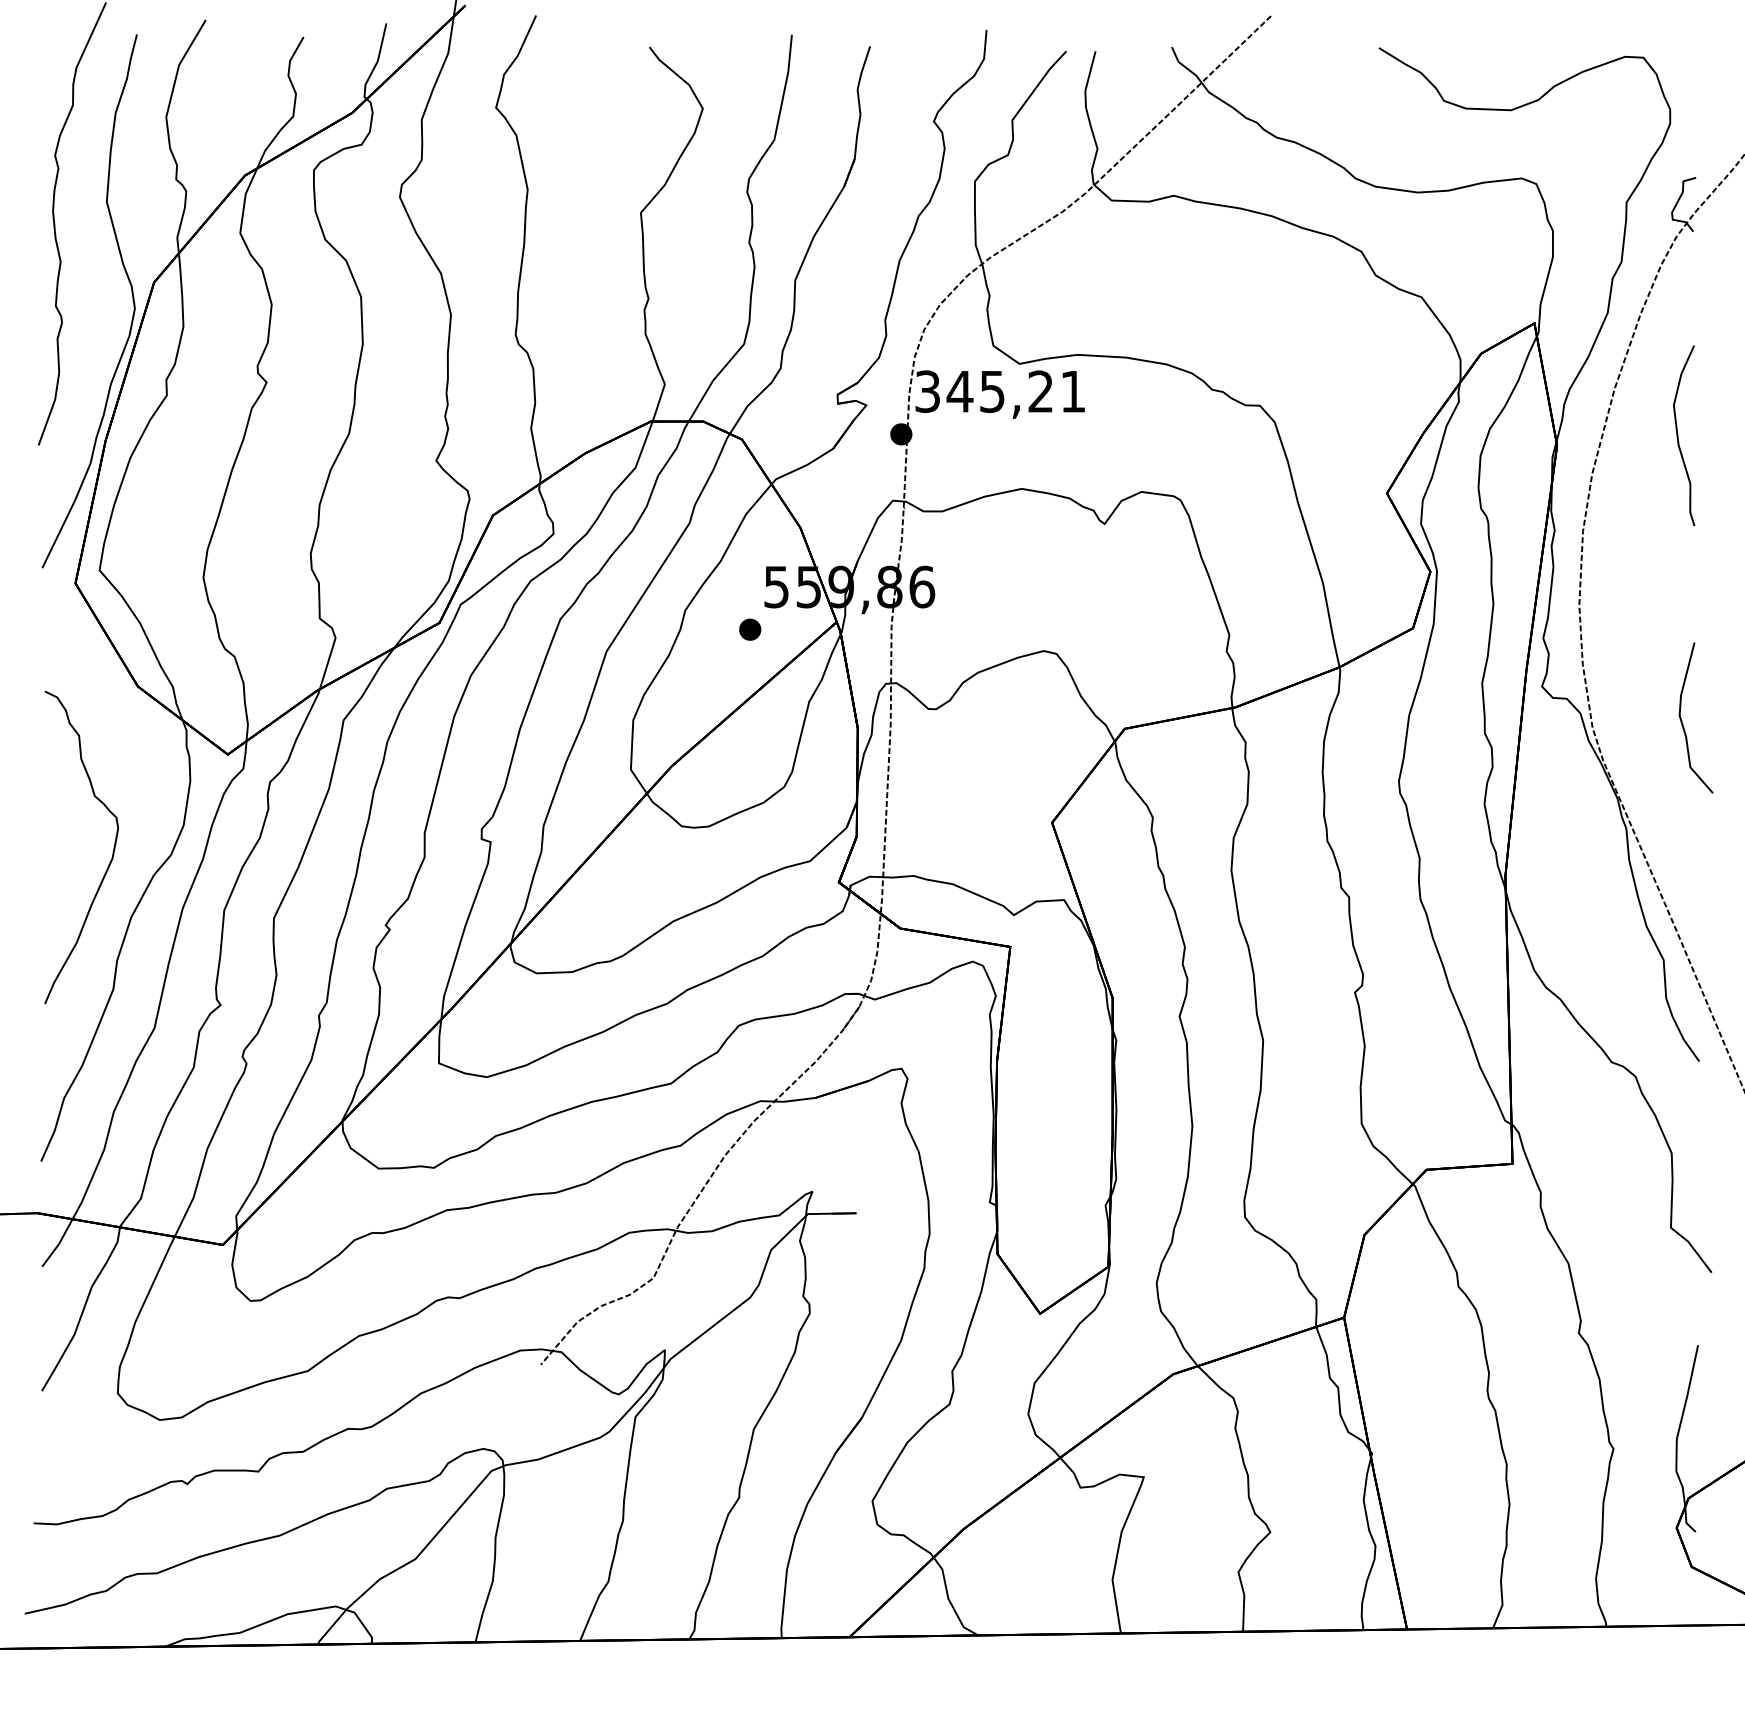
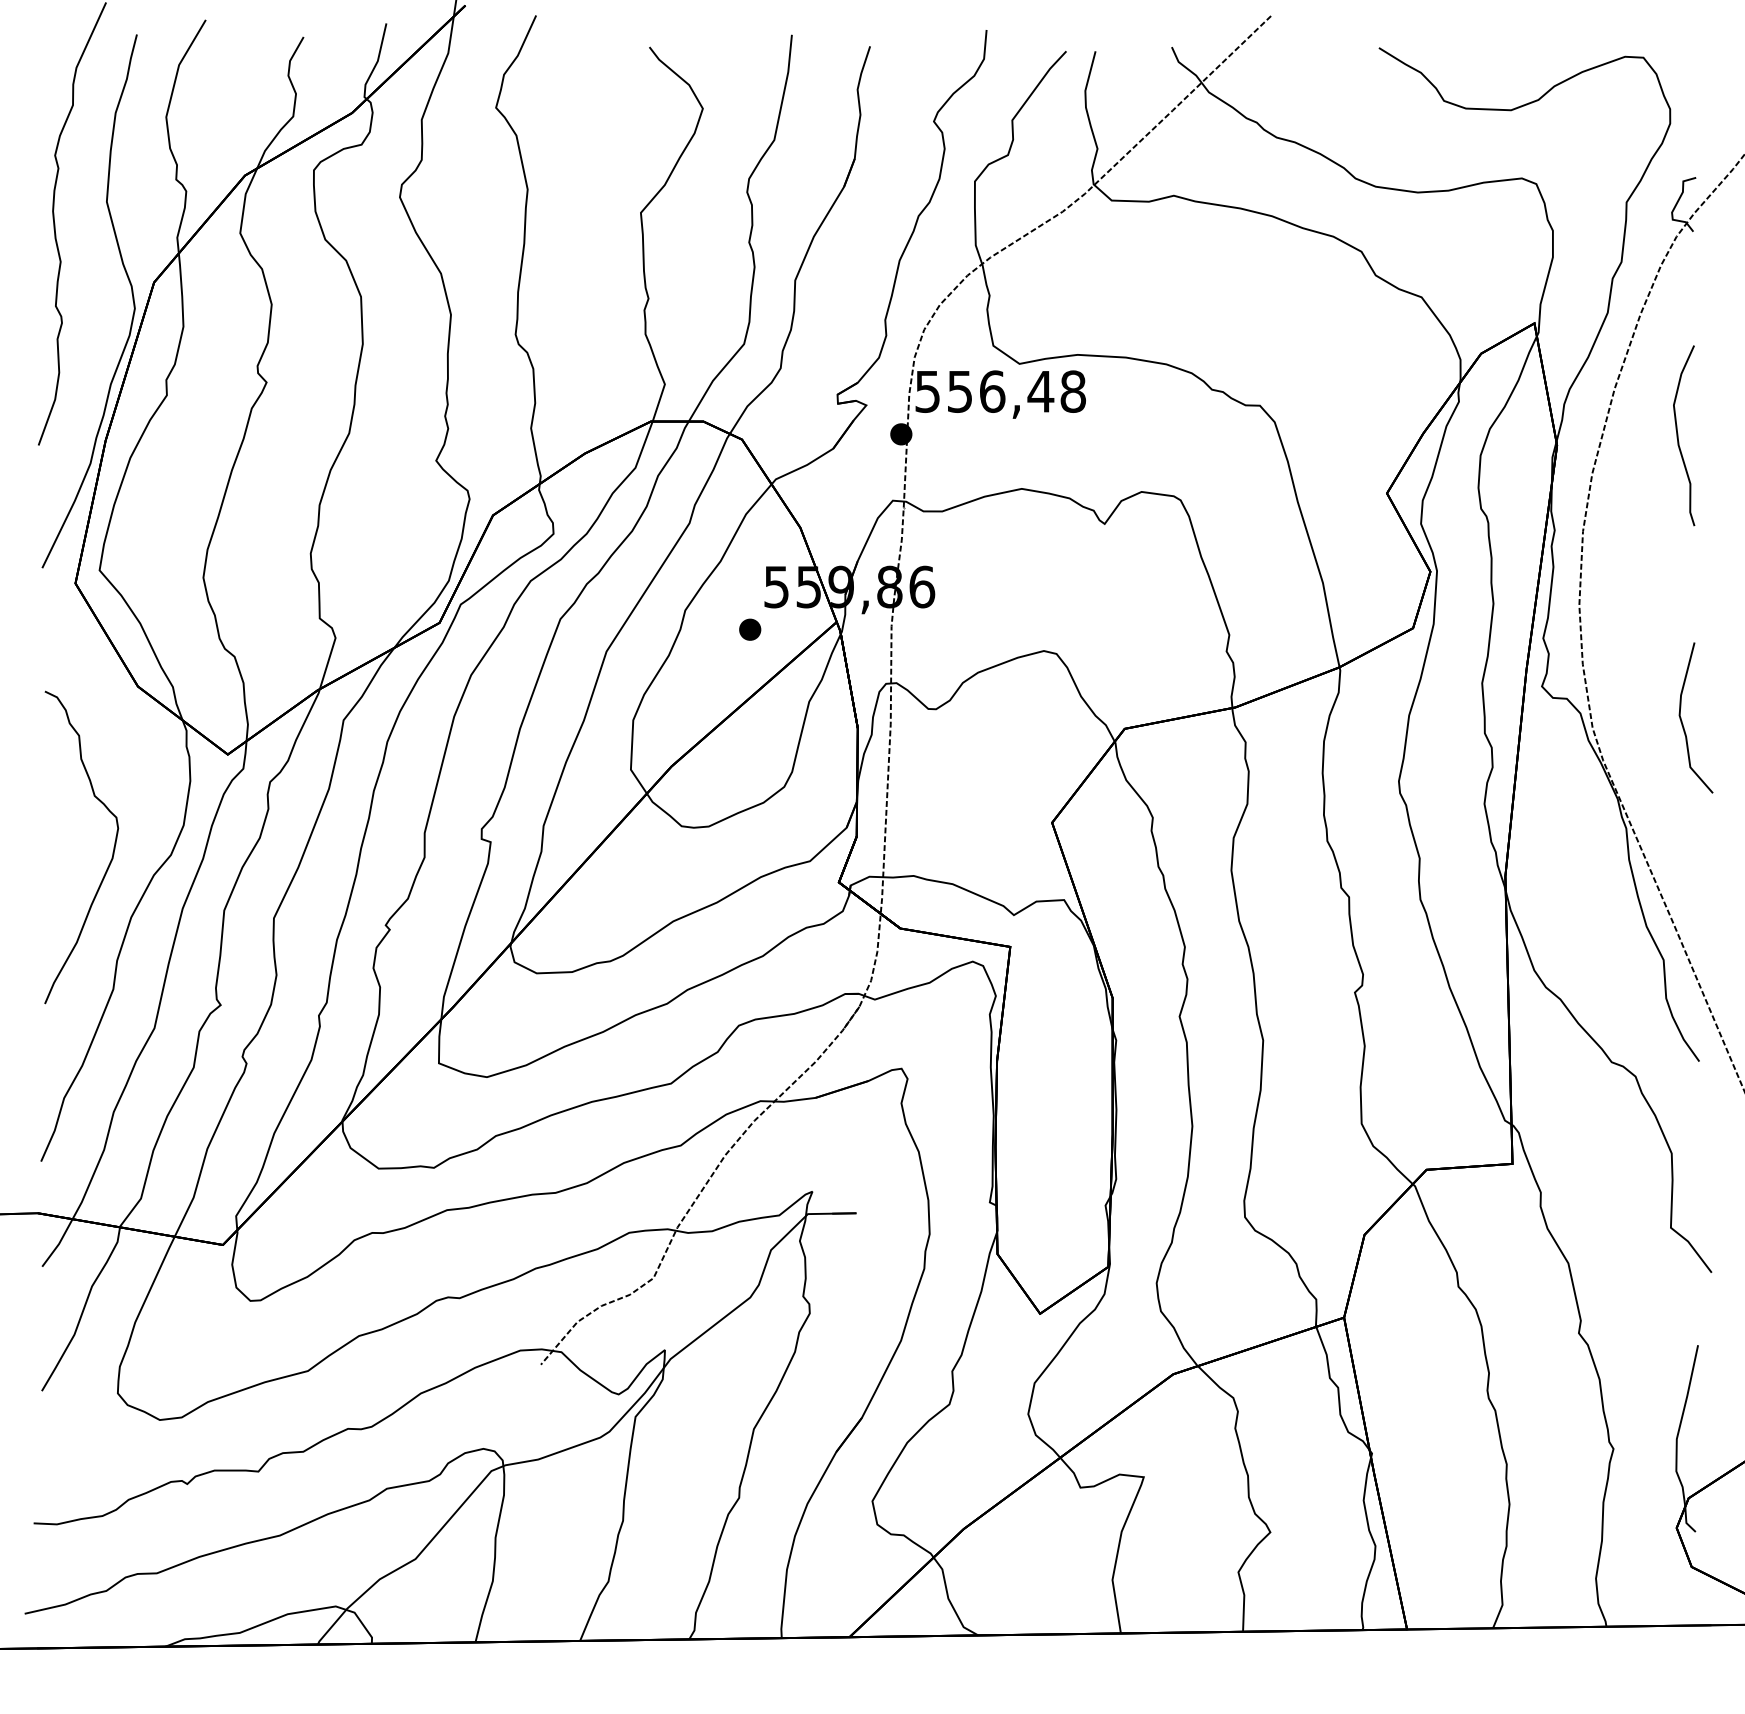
text at (1000, 391): 345,21 -> 556,48
